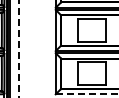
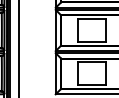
line at (18, 49): dashed -> solid
line at (87, 94): dashed -> solid
